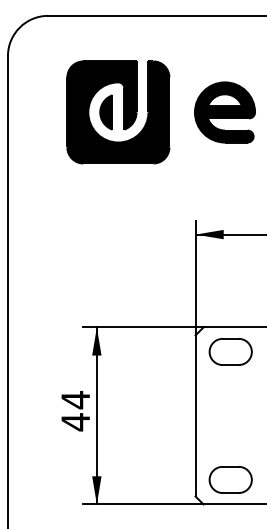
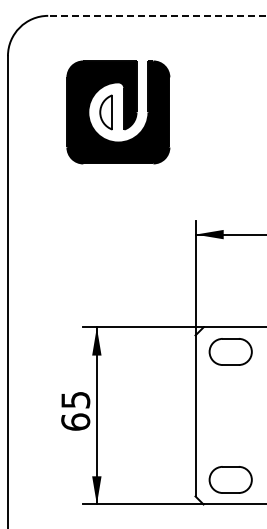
line at (157, 15): solid -> dashed
fill at (106, 112): present -> none
part at (224, 112): present -> none
text at (75, 411): 44 -> 65
